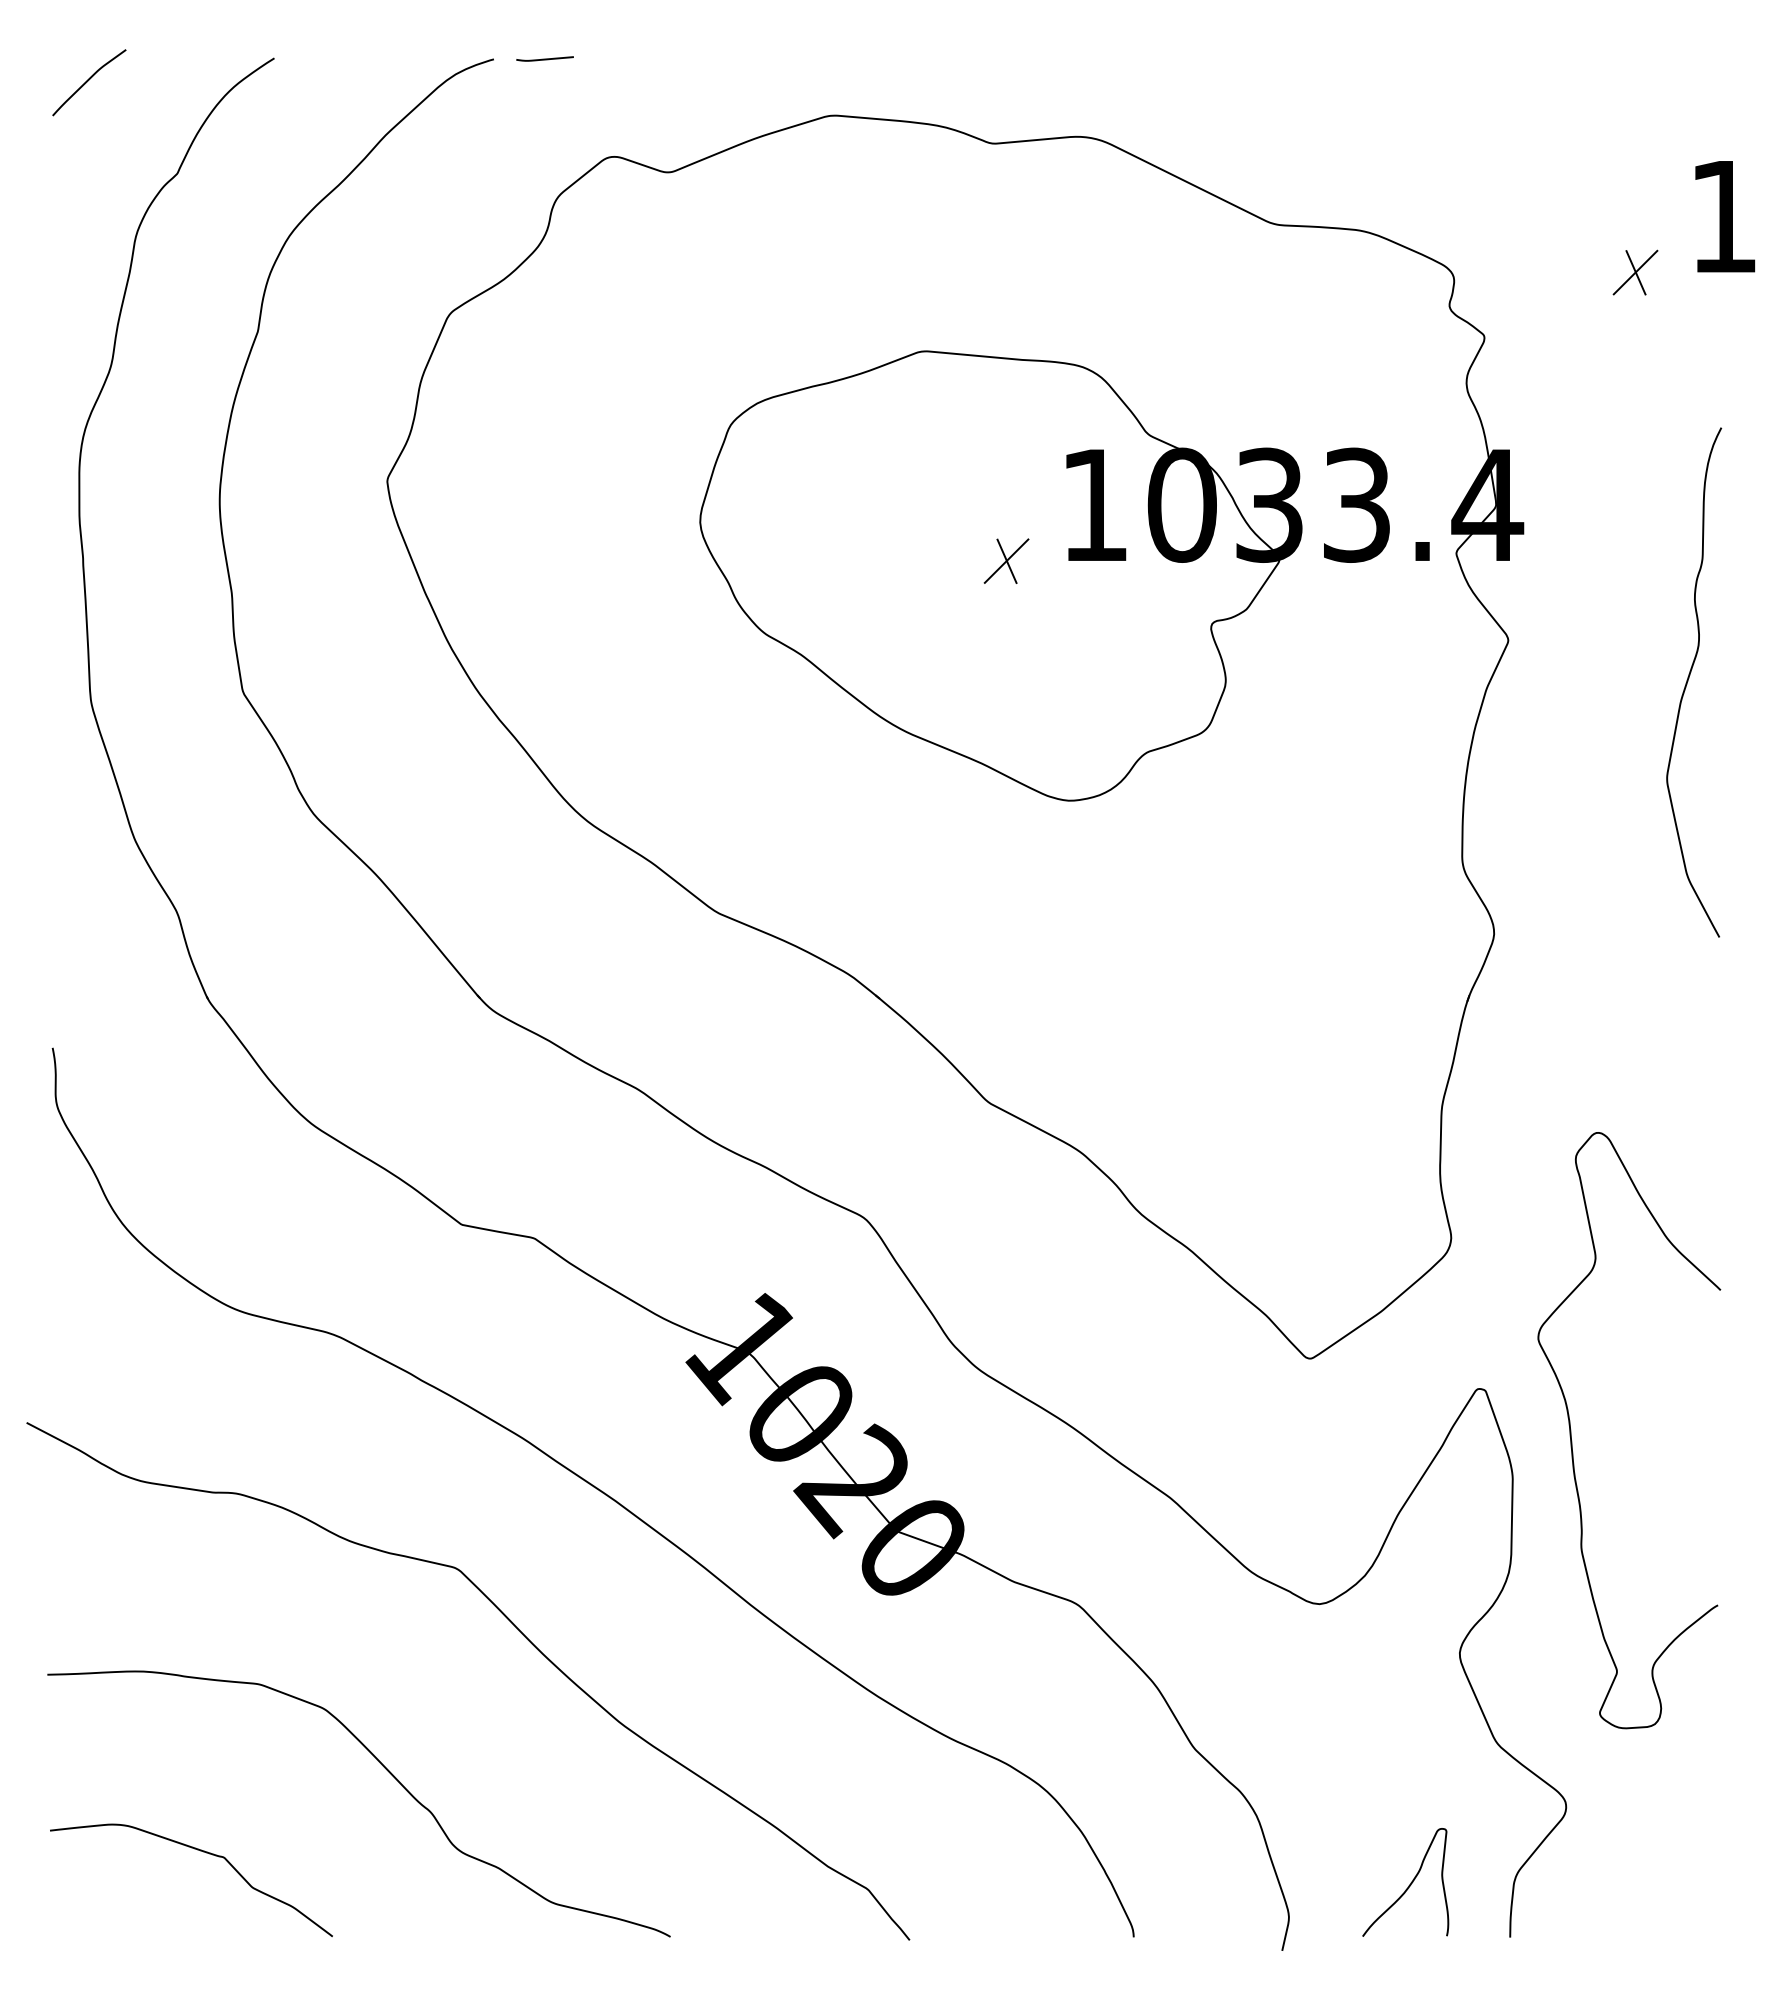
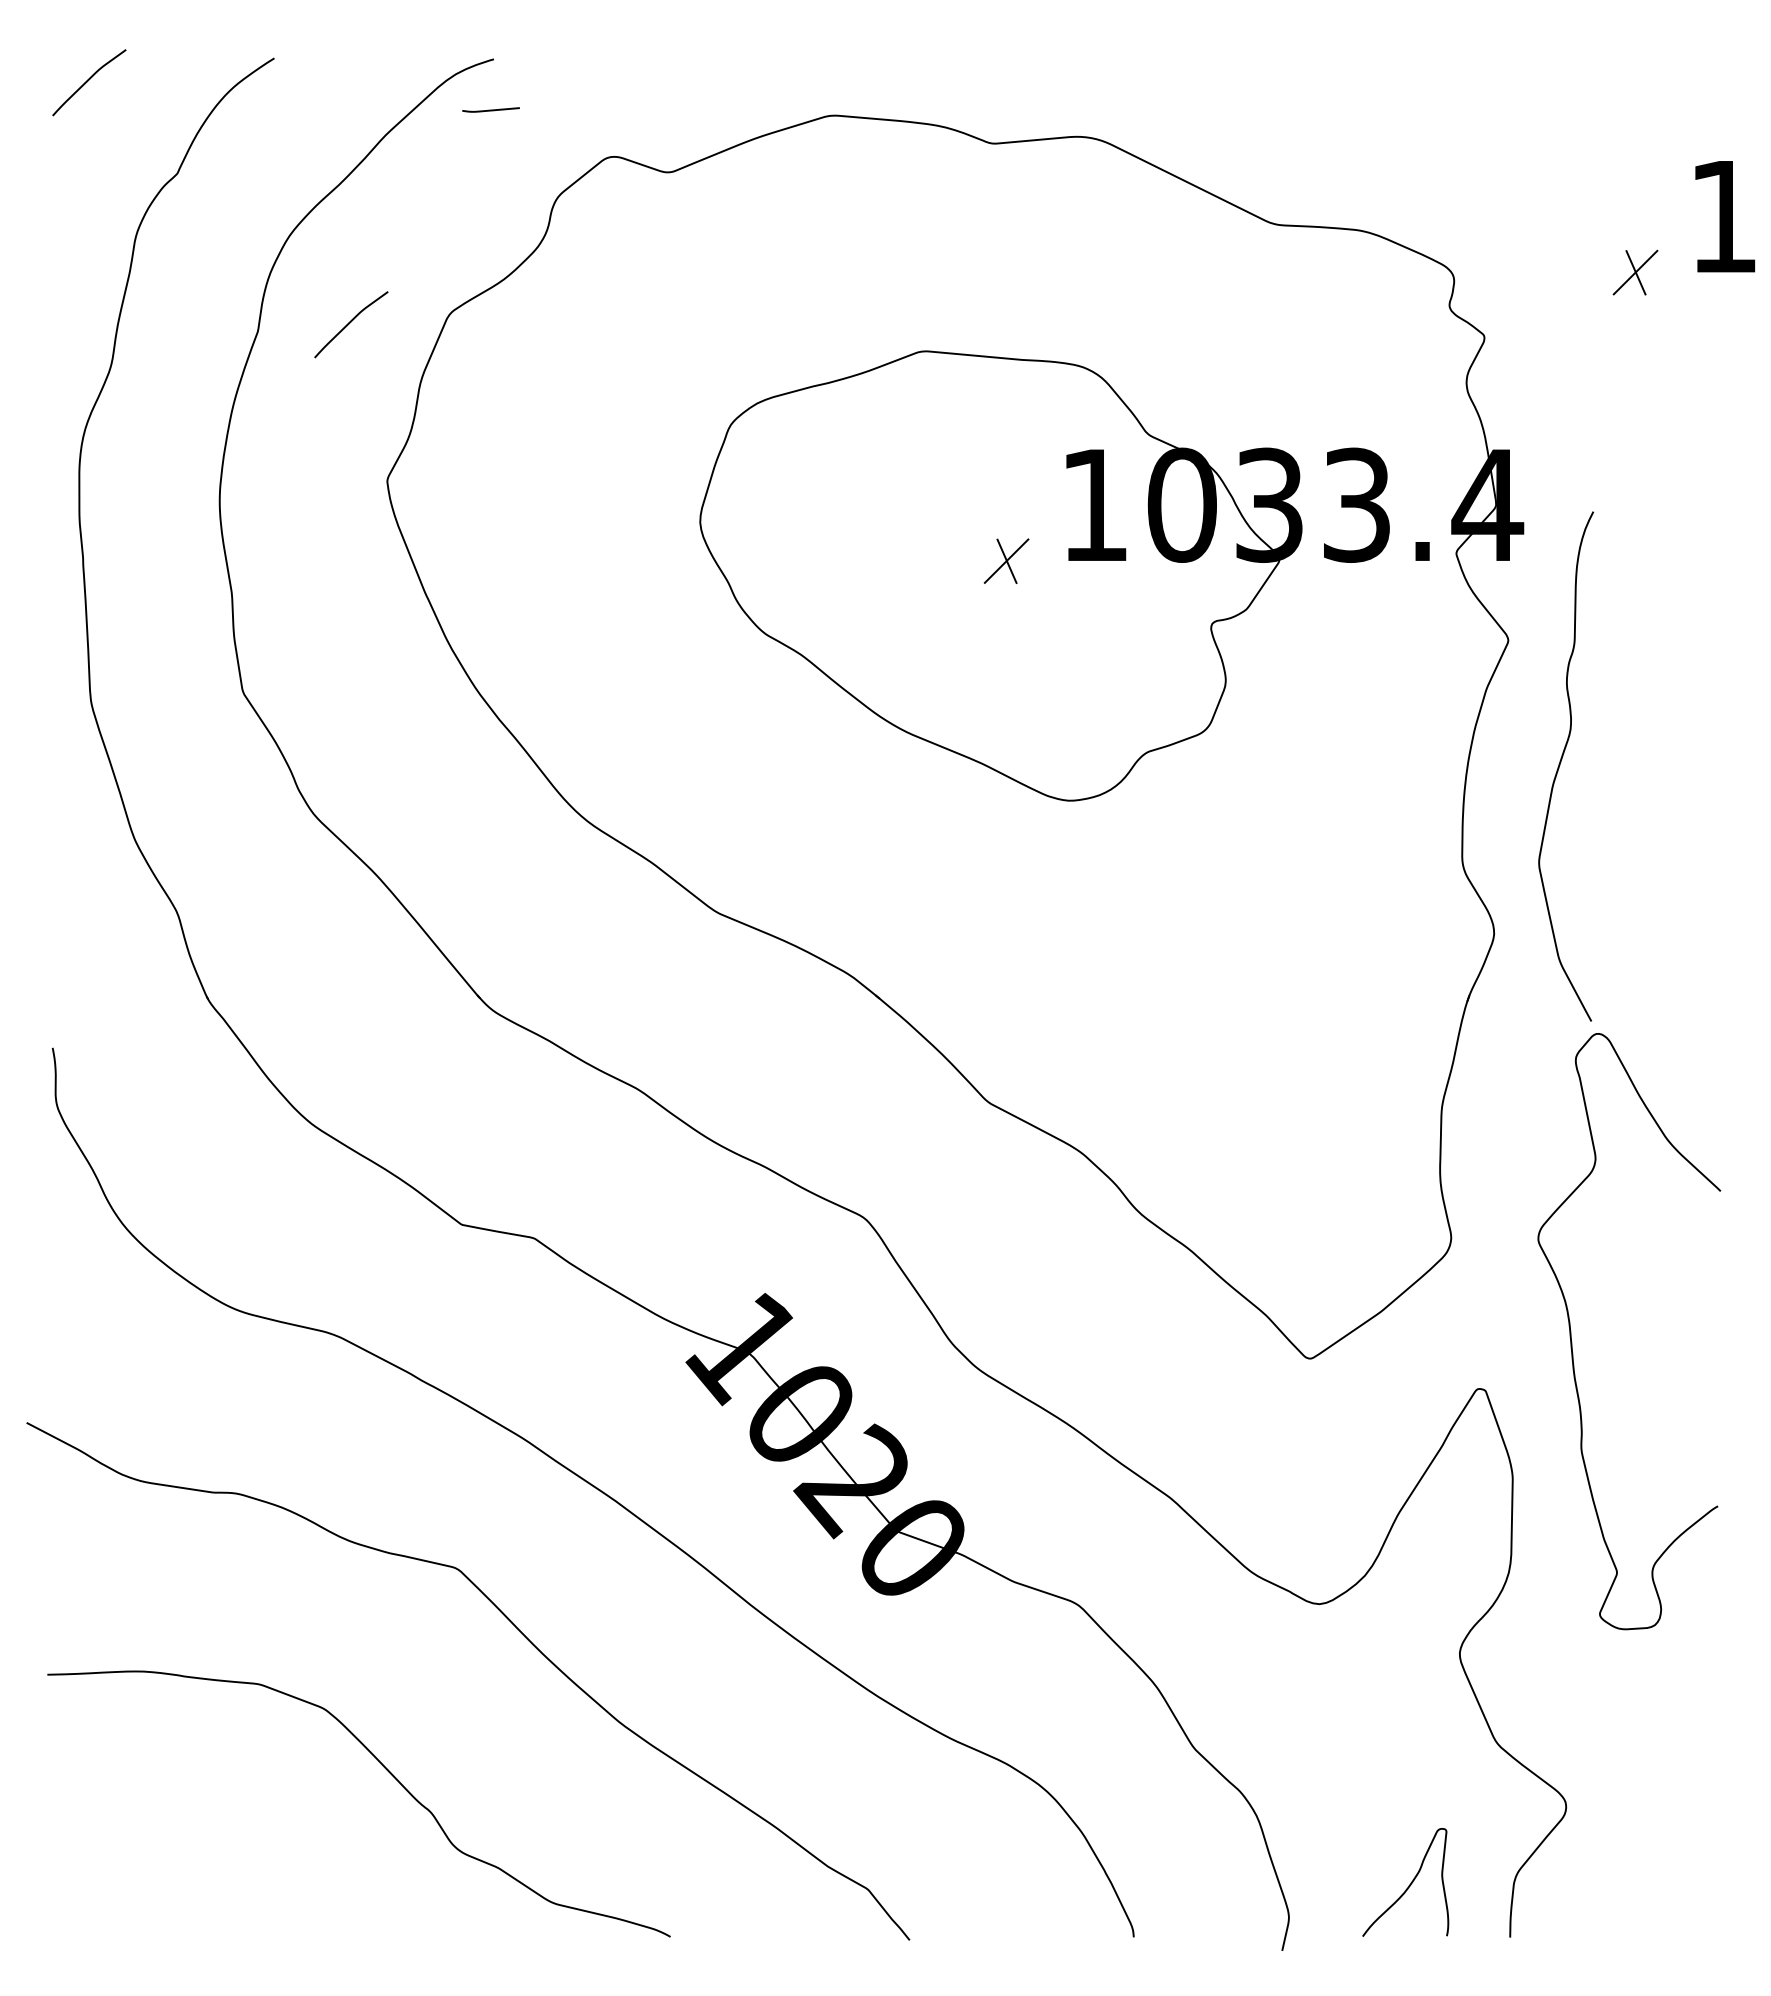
line at (544, 58) position: (544, 58) -> (490, 109)
curve at (350, 323): none -> present
curve at (1688, 681) position: (1688, 681) -> (1560, 765)
curve at (1572, 1440) position: (1572, 1440) -> (1572, 1341)
curve at (200, 1851): present -> none
